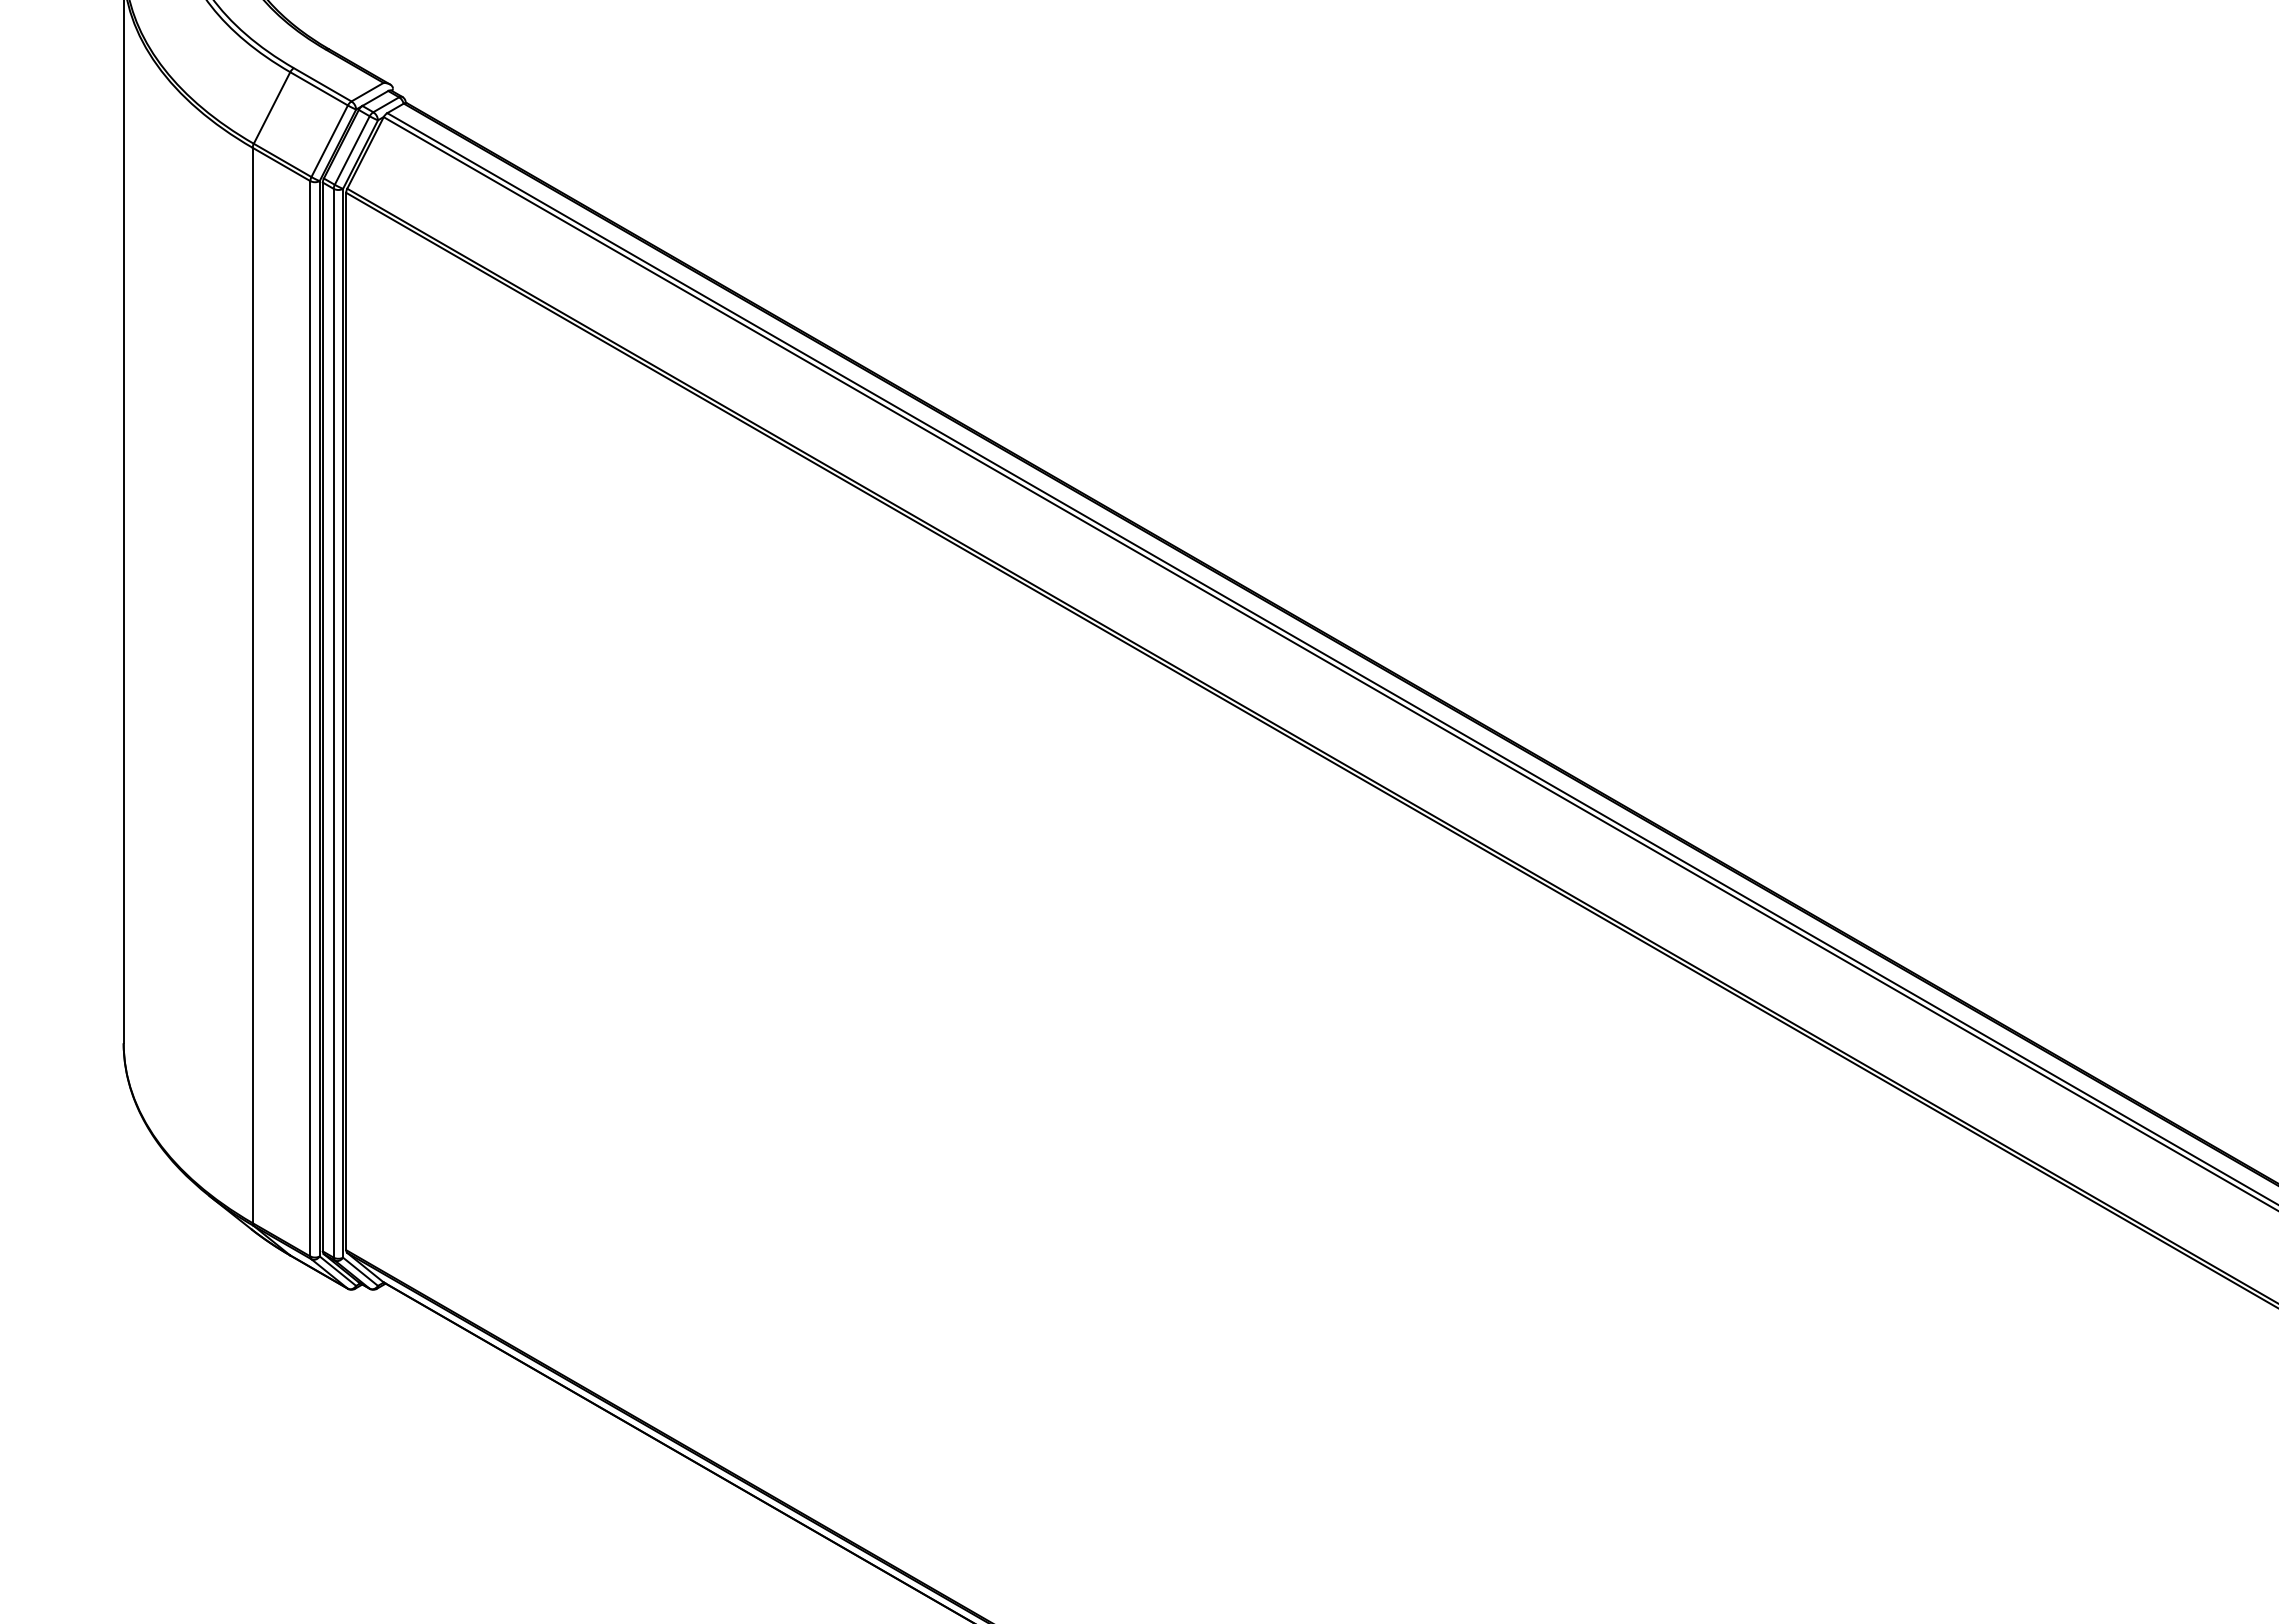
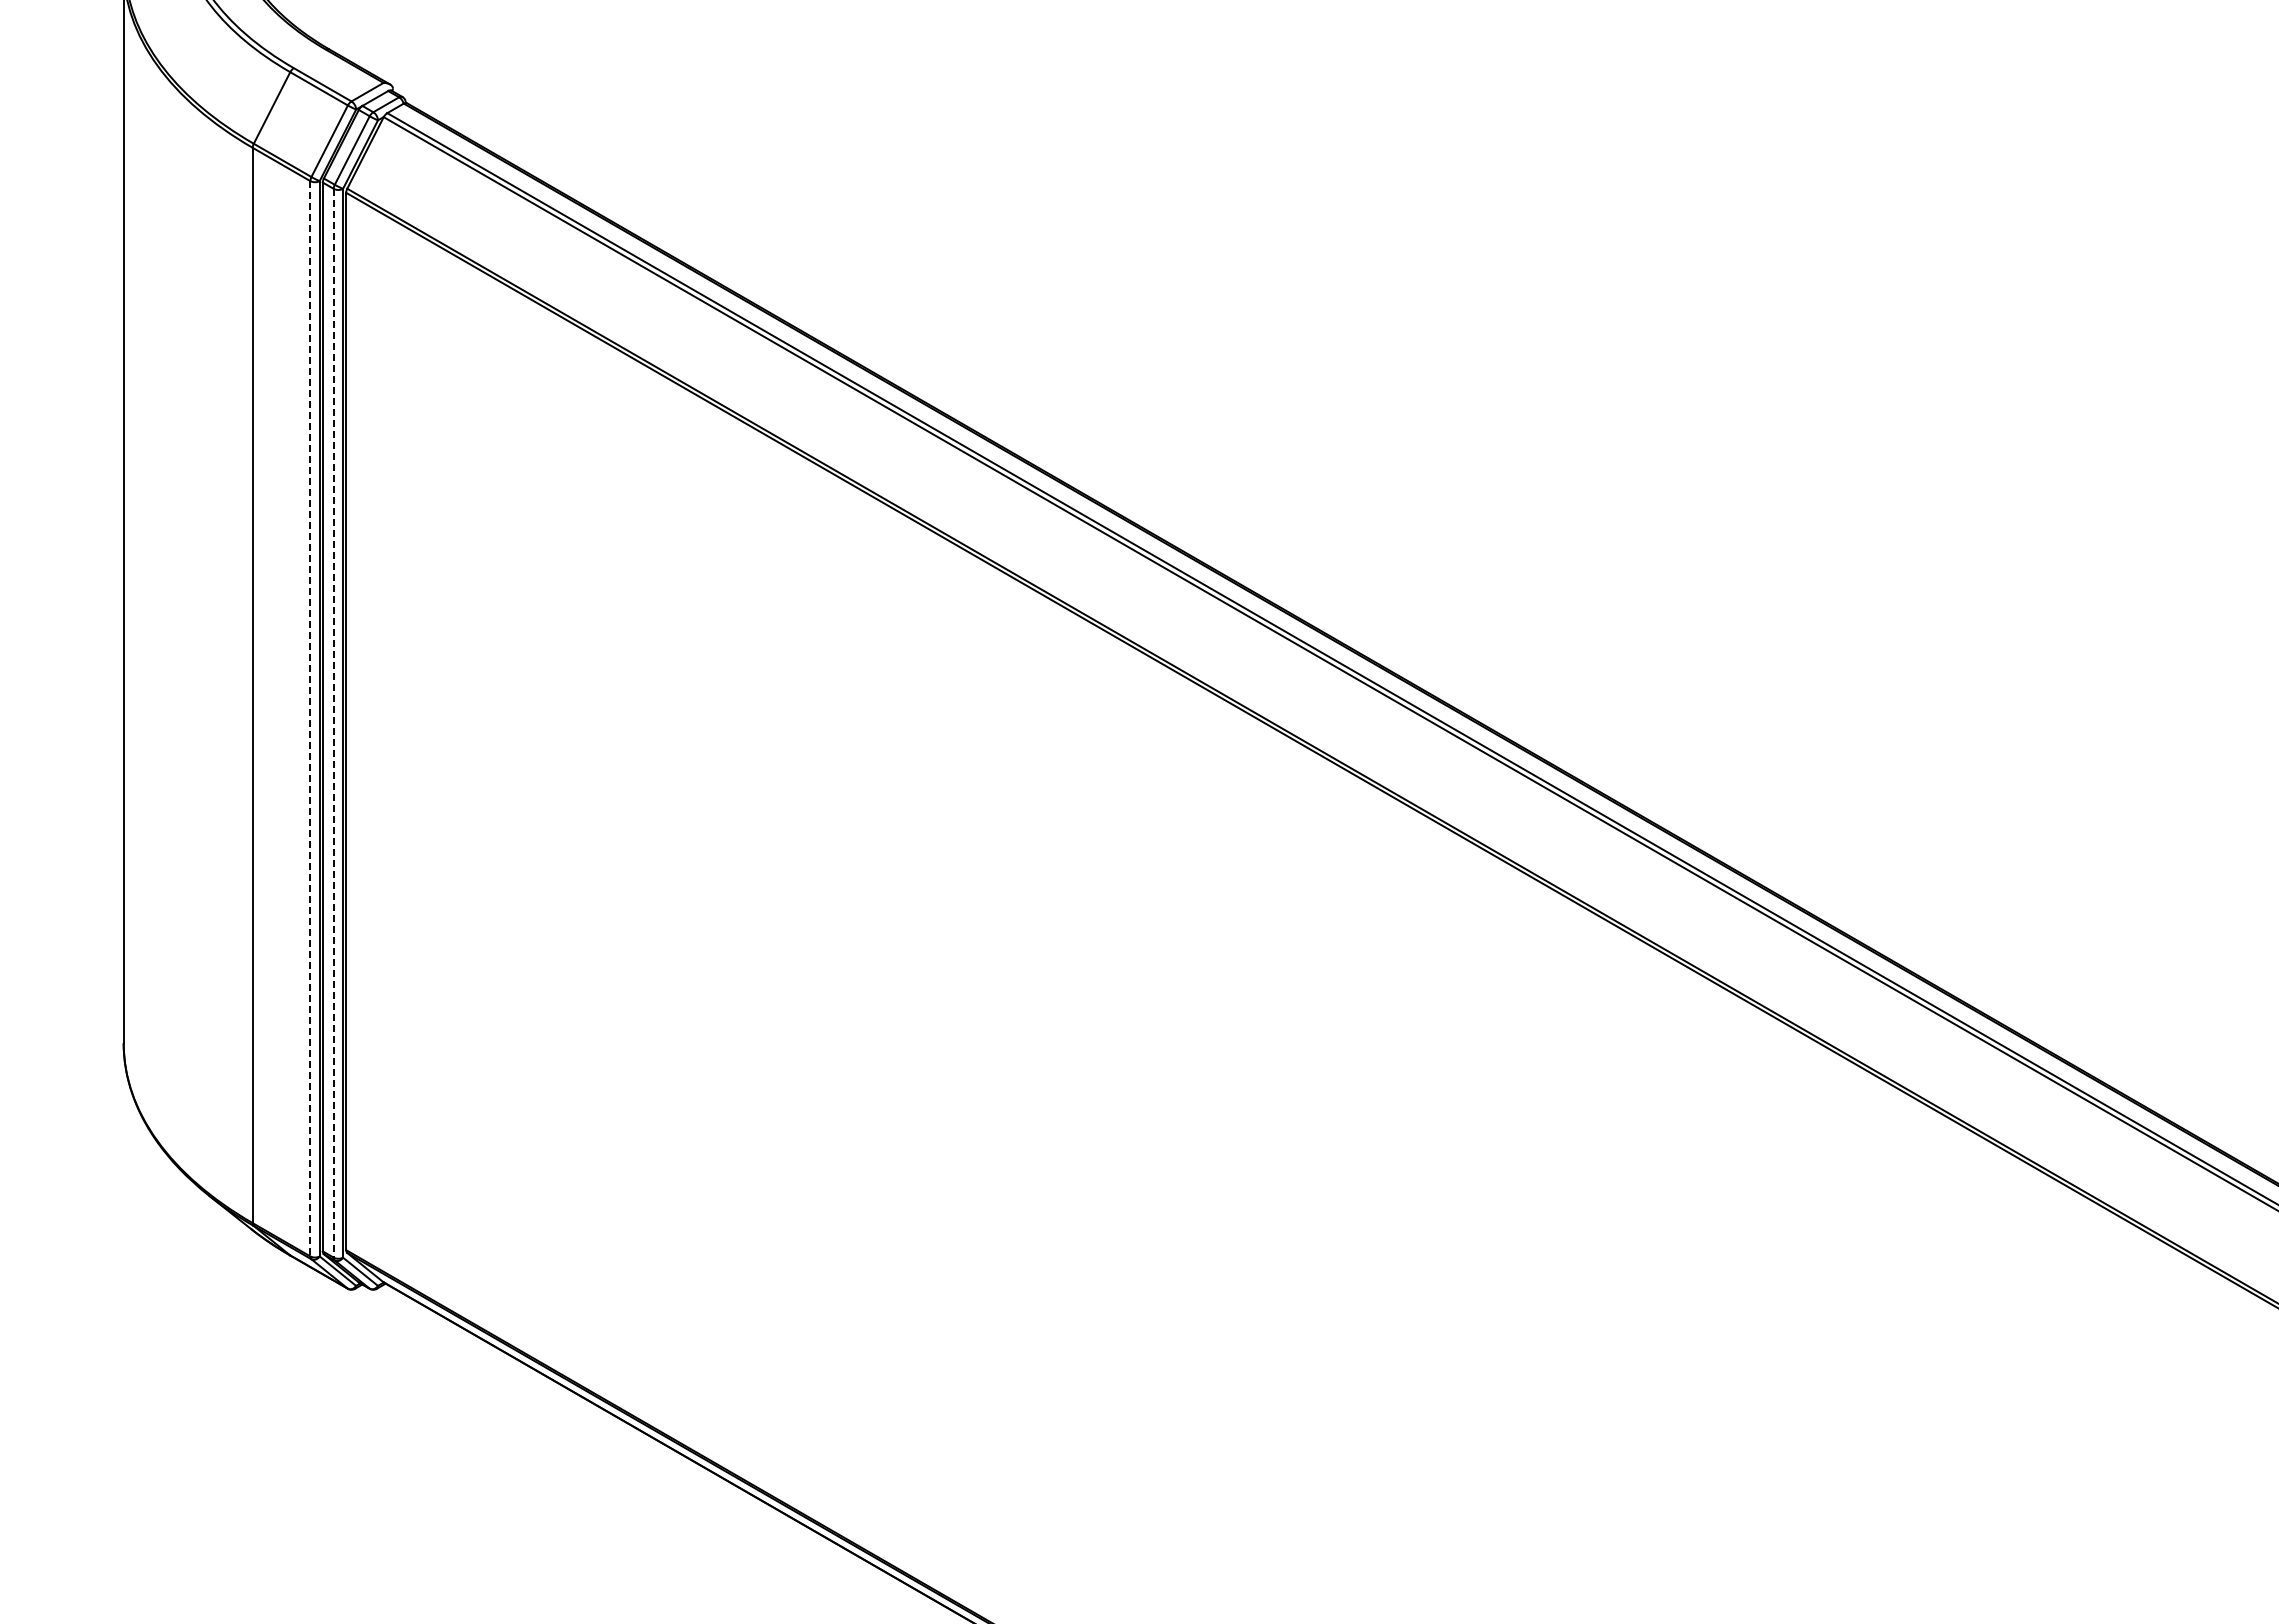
line at (310, 718): solid -> dashed
line at (333, 723): solid -> dashed
